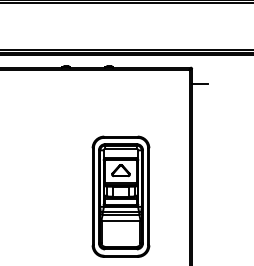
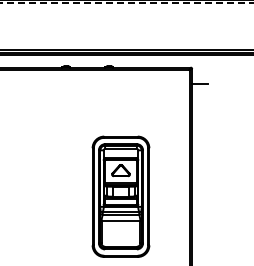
line at (127, 2): solid -> dashed
